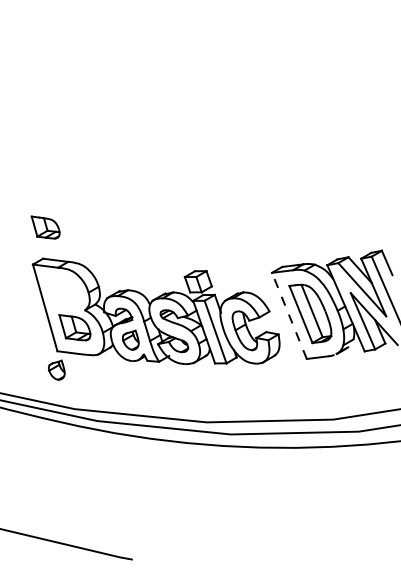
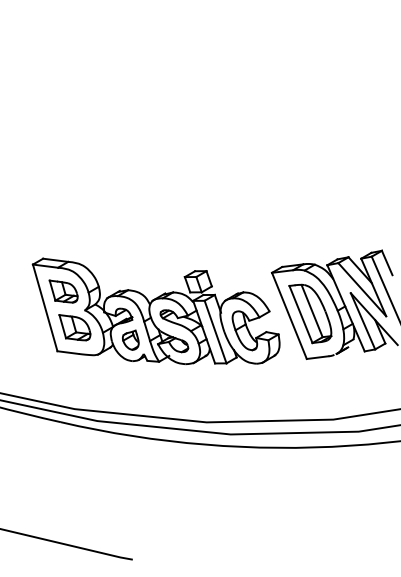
part at (45, 227) position: (45, 227) -> (63, 291)
line at (289, 315): dashed -> solid
part at (56, 369): present -> none
